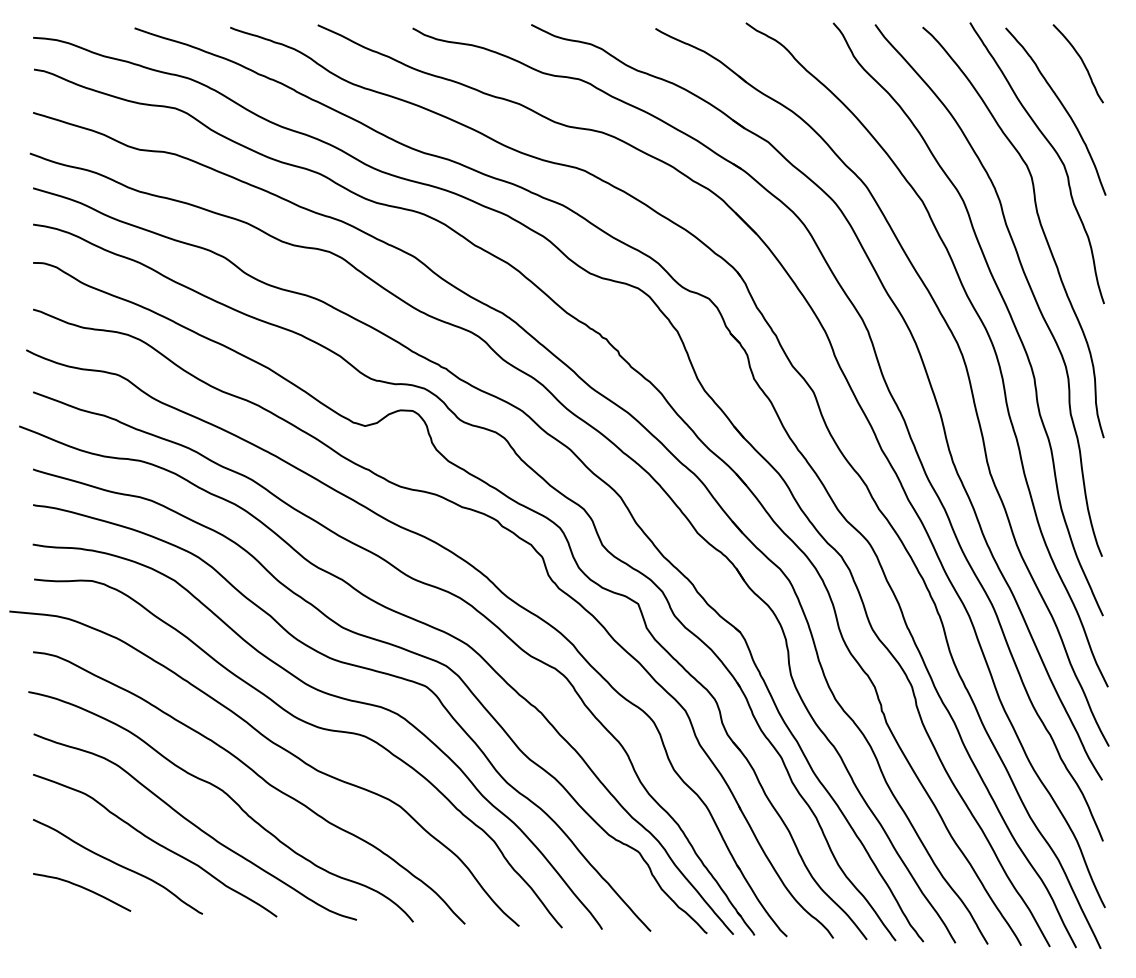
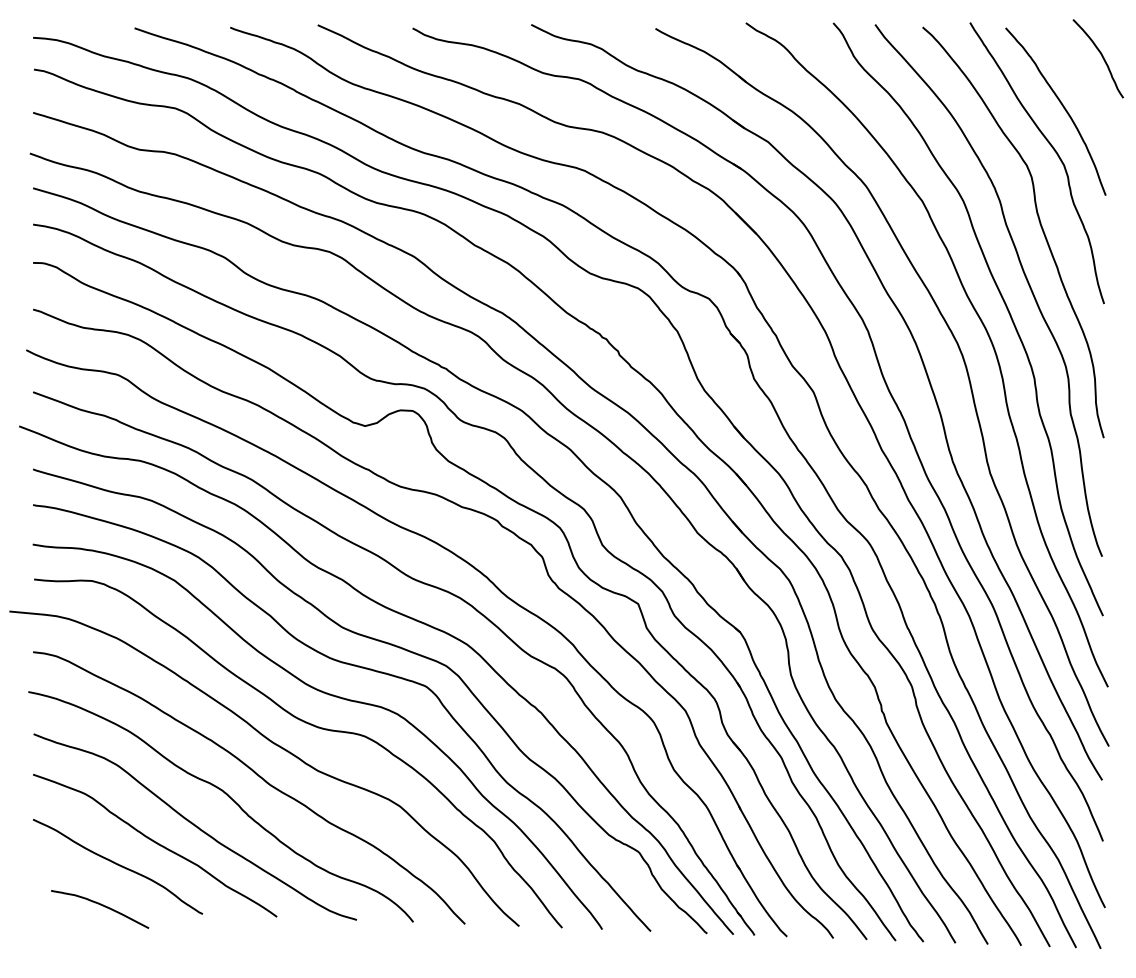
curve at (1081, 61) position: (1081, 61) -> (1101, 56)
curve at (84, 889) position: (84, 889) -> (102, 906)
